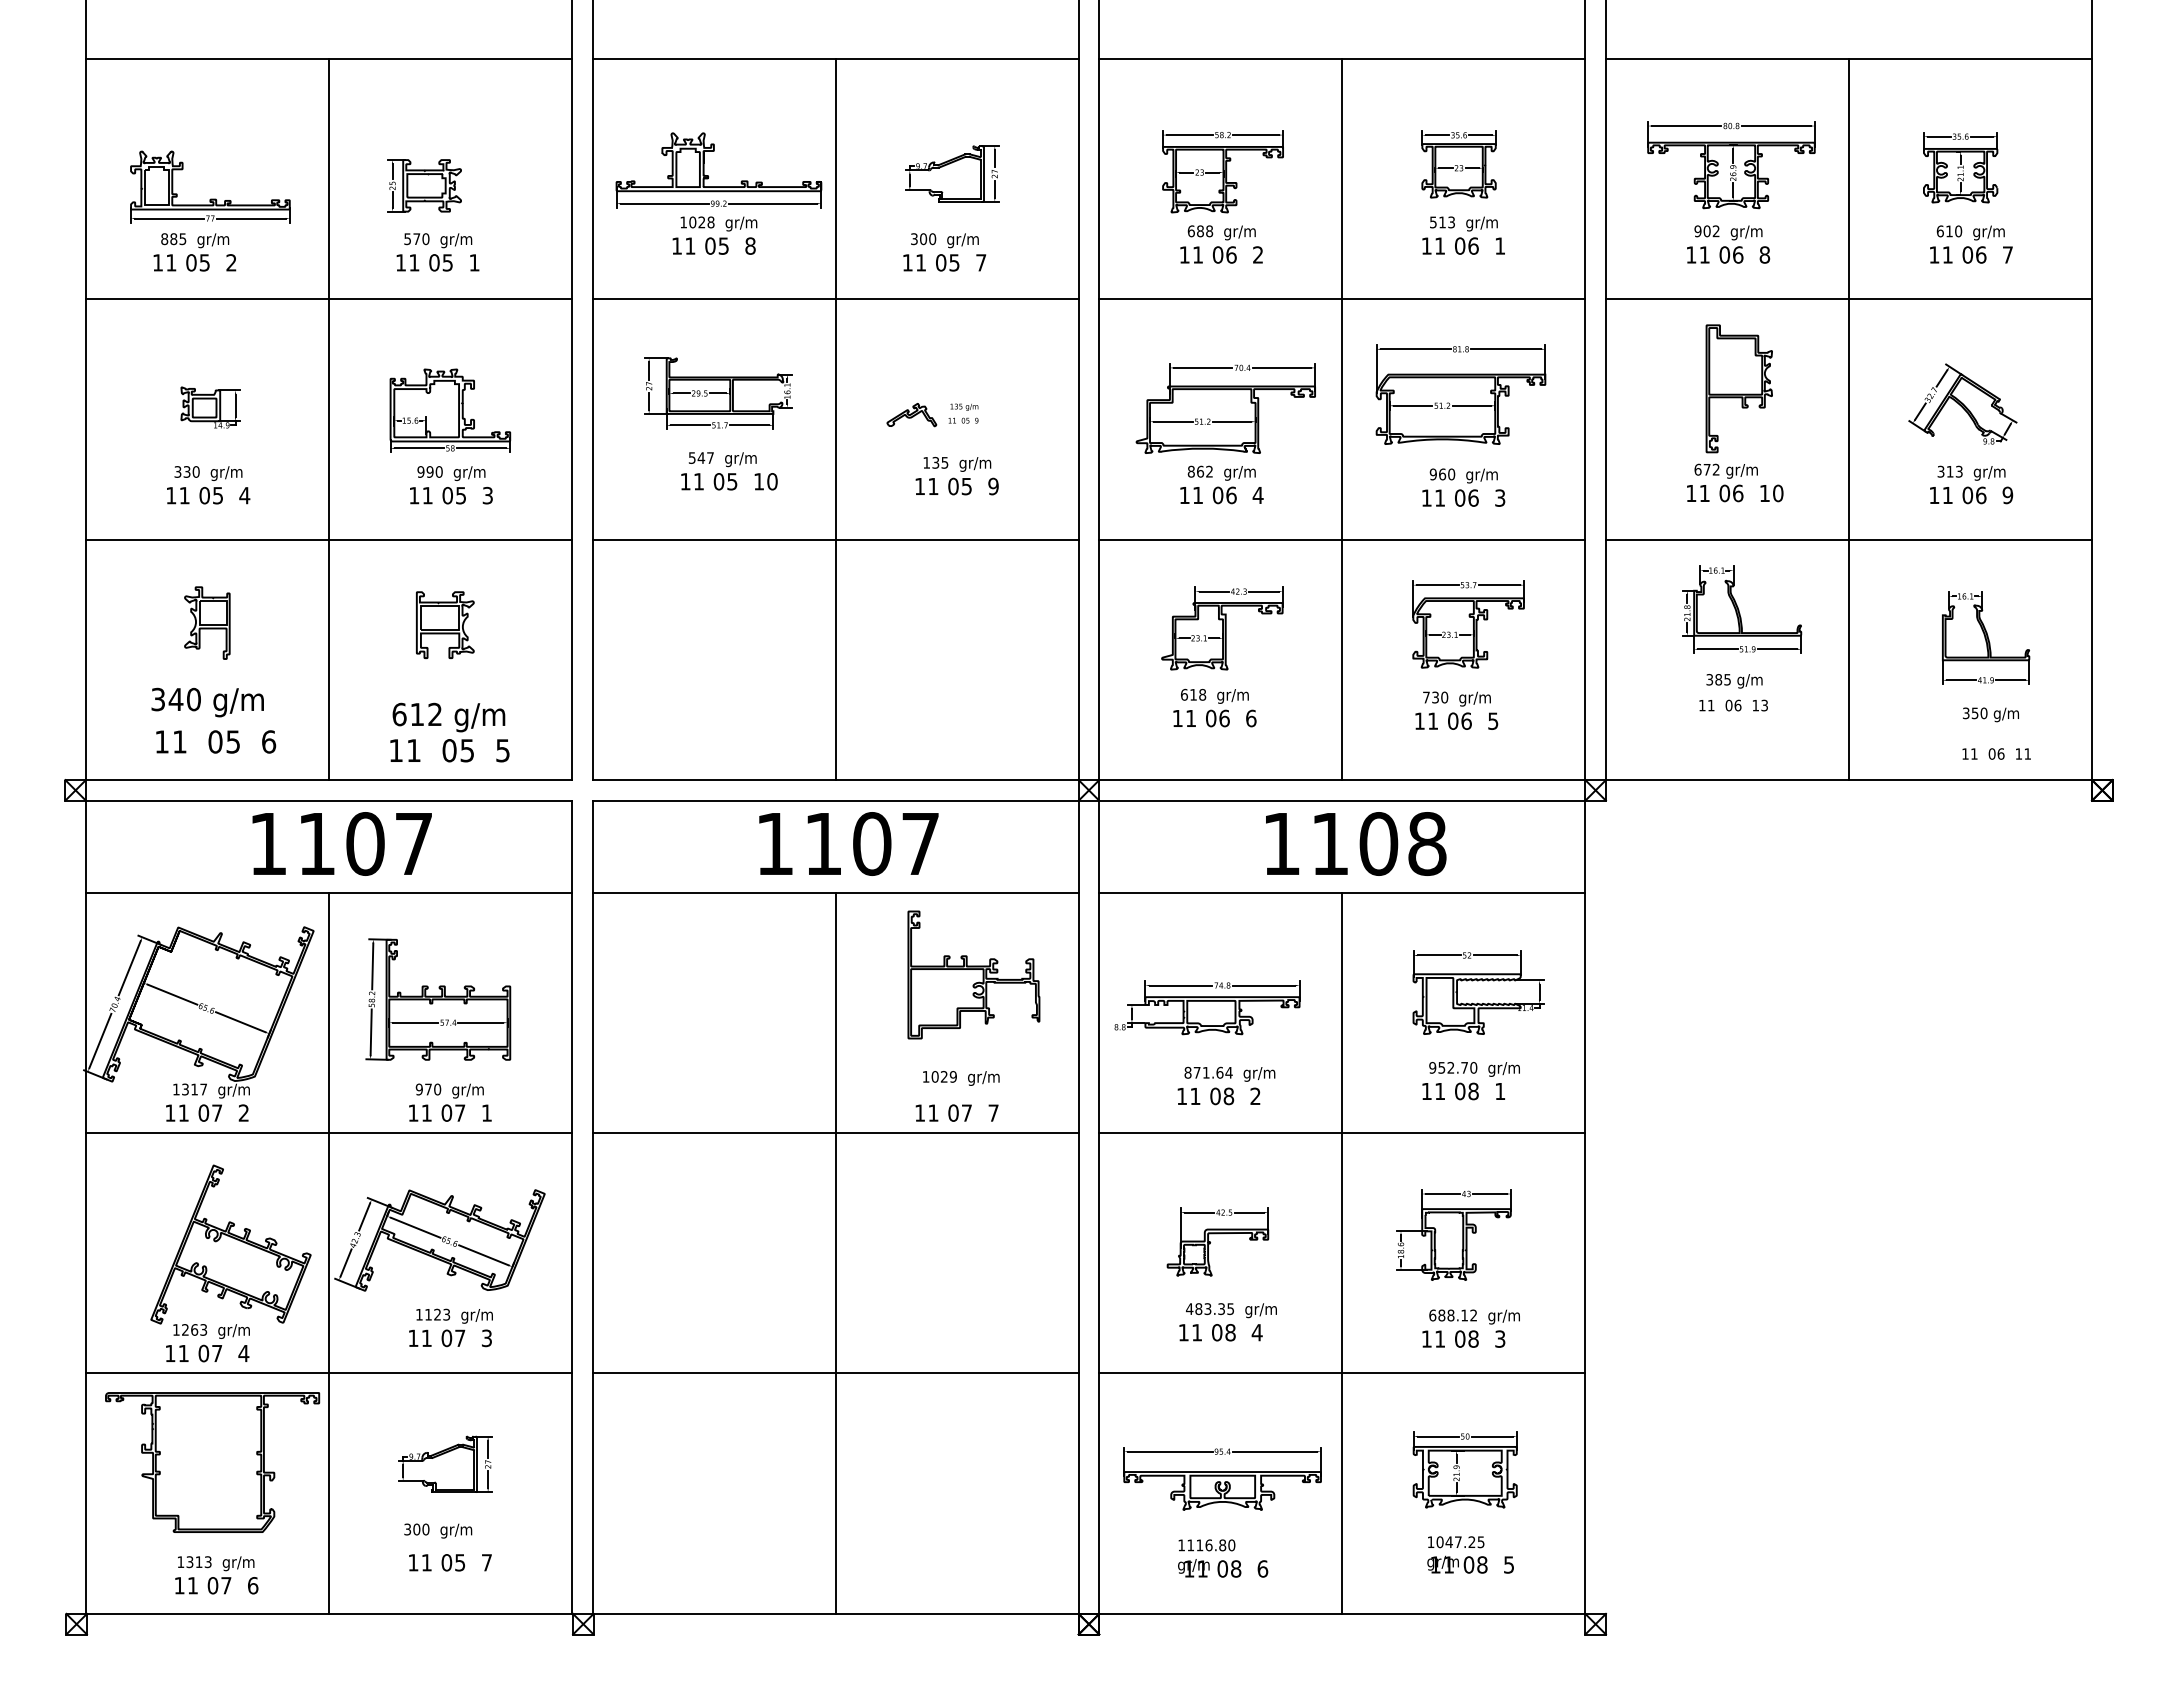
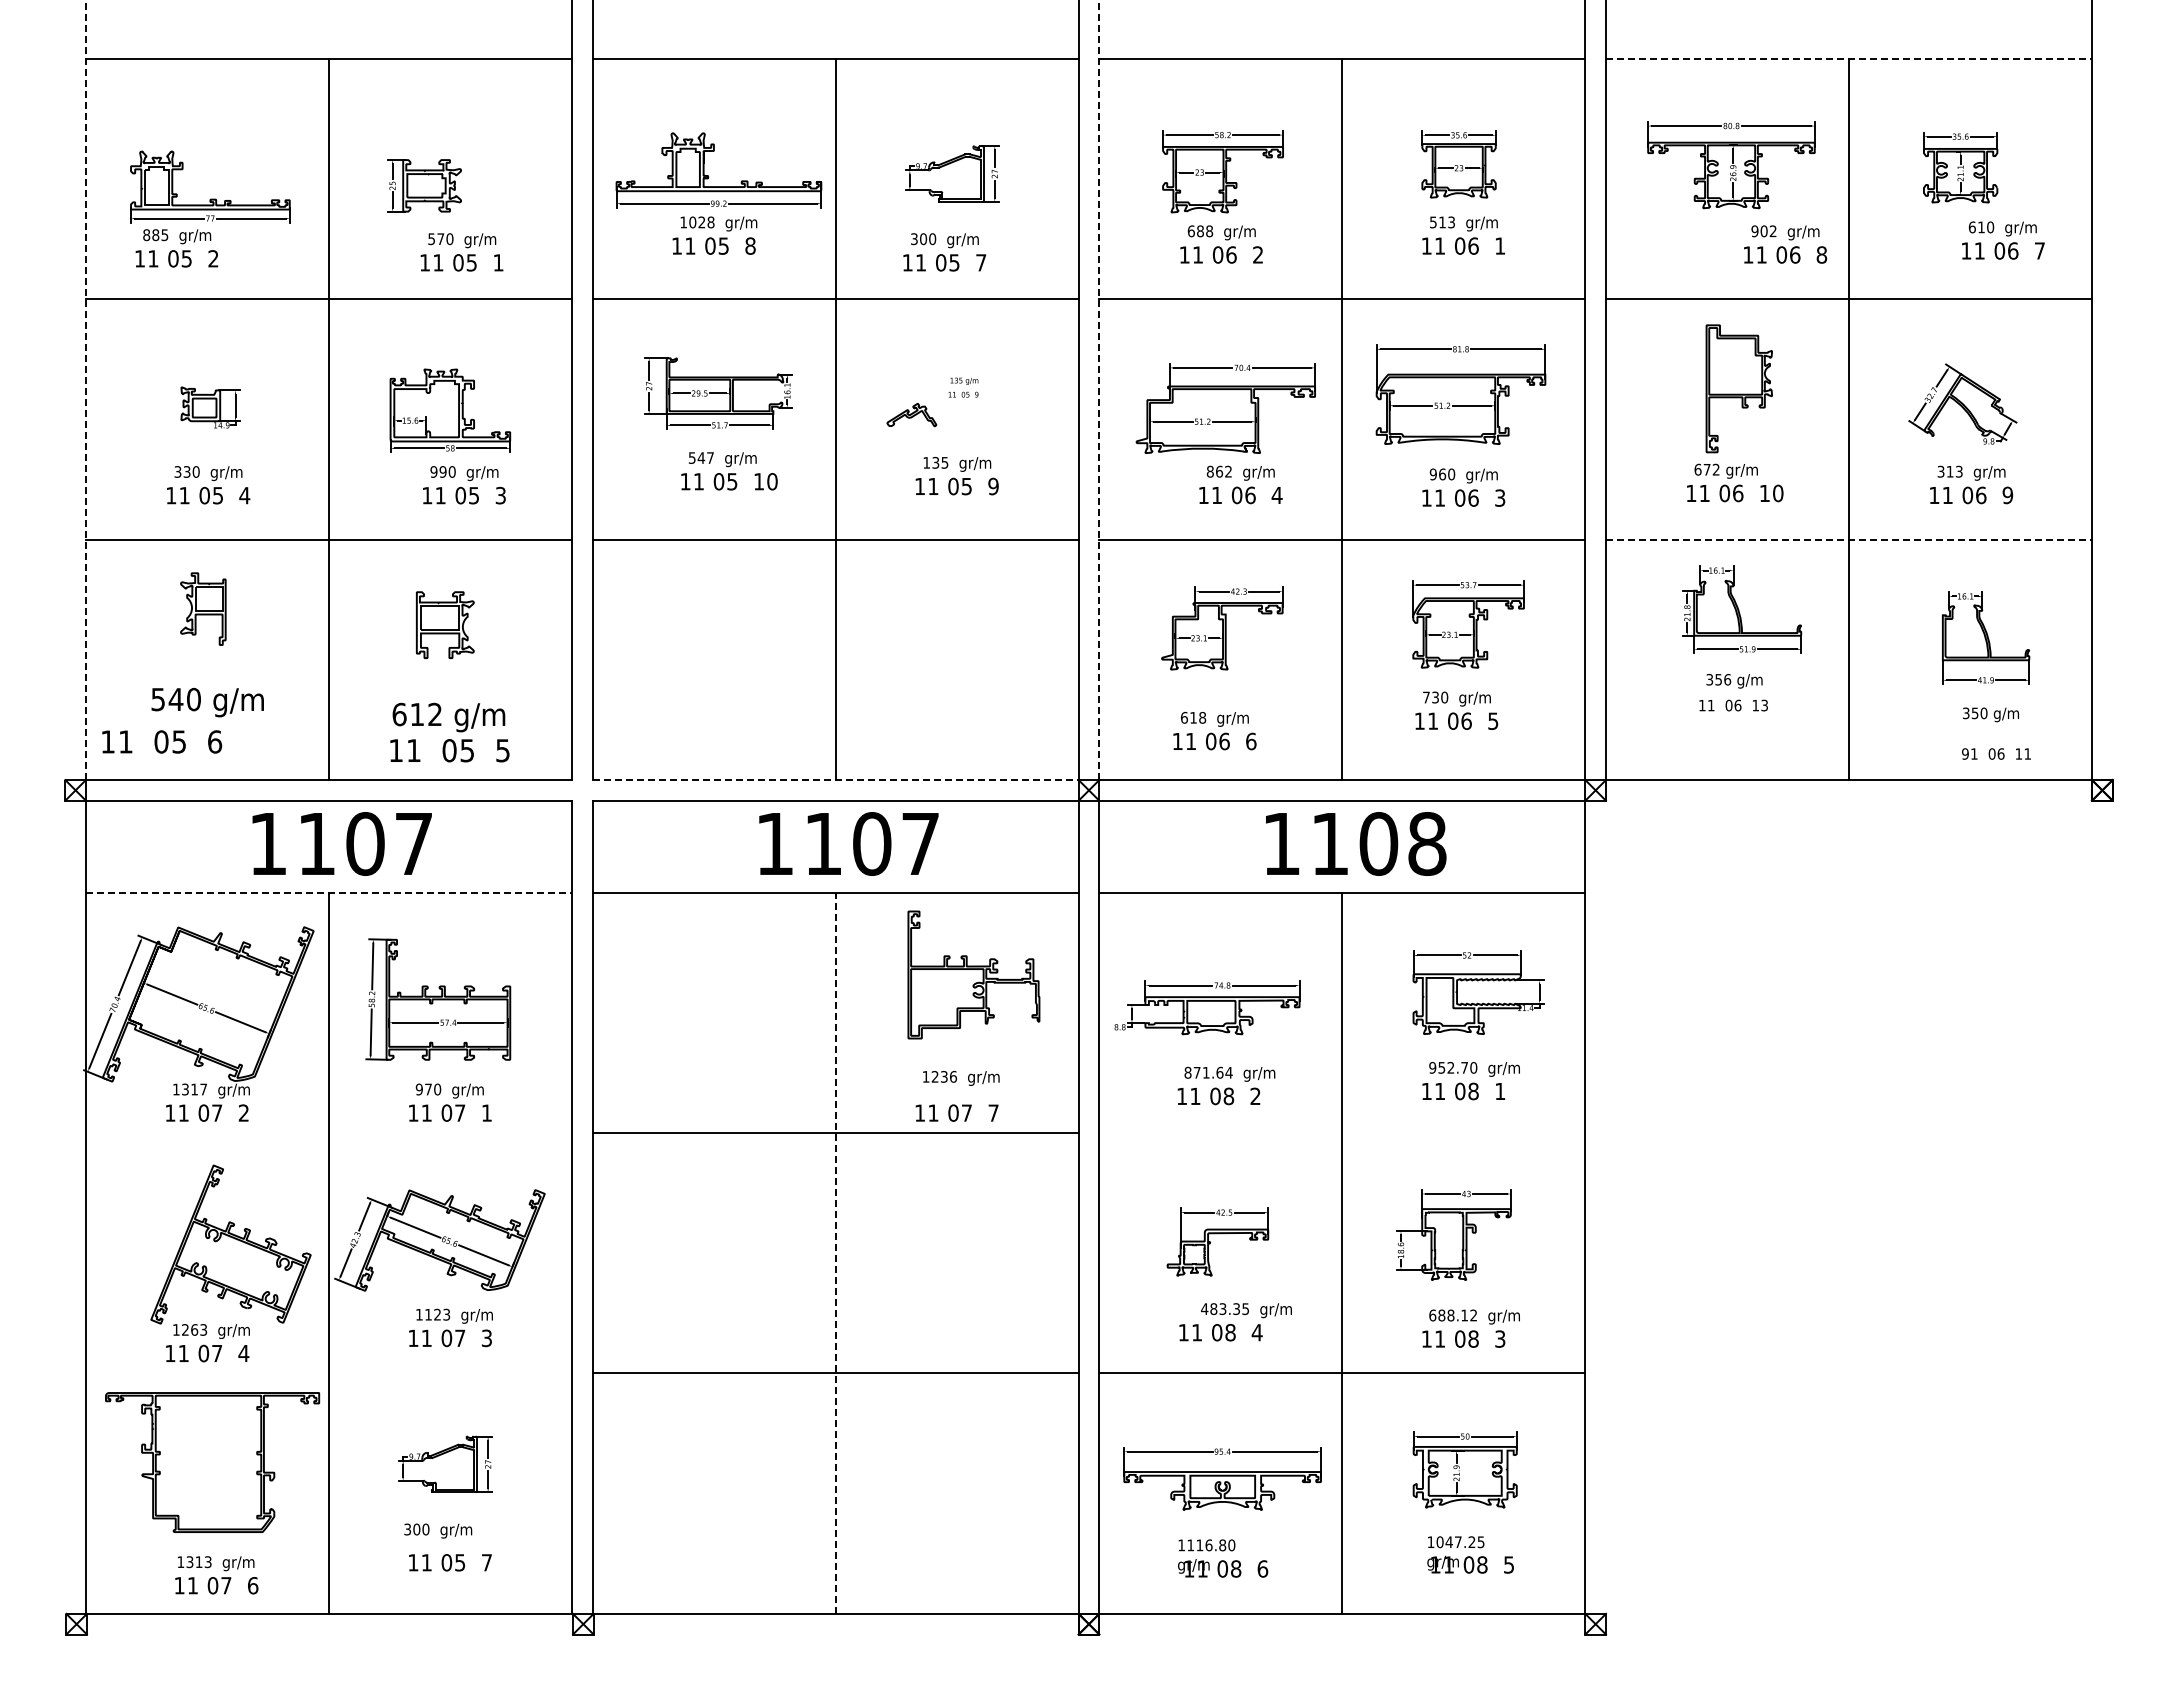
line at (1849, 58): solid -> dashed
text at (1728, 244) position: (1728, 244) -> (1785, 244)
text at (1971, 244) position: (1971, 244) -> (2003, 240)
text at (194, 252) position: (194, 252) -> (176, 248)
text at (437, 252) position: (437, 252) -> (461, 252)
line at (85, 390): solid -> dashed
line at (1099, 390): solid -> dashed
text at (963, 413) position: (963, 413) -> (963, 387)
text at (1221, 484) position: (1221, 484) -> (1240, 484)
text at (451, 485) position: (451, 485) -> (464, 485)
line at (1849, 539): solid -> dashed
part at (207, 622) position: (207, 622) -> (203, 608)
text at (1723, 679): 385 -> 356
text at (158, 698): 340 -> 540
text at (1214, 707) position: (1214, 707) -> (1214, 730)
text at (216, 741) position: (216, 741) -> (162, 741)
text at (1965, 753): 11 -> 91
line at (836, 780): solid -> dashed
line at (329, 892): solid -> dashed
text at (944, 1076): 1029 -> 1236
line at (328, 1133): present -> none
line at (1342, 1133): present -> none
line at (835, 1253): solid -> dashed
text at (1231, 1310) position: (1231, 1310) -> (1246, 1310)
line at (328, 1373): present -> none
